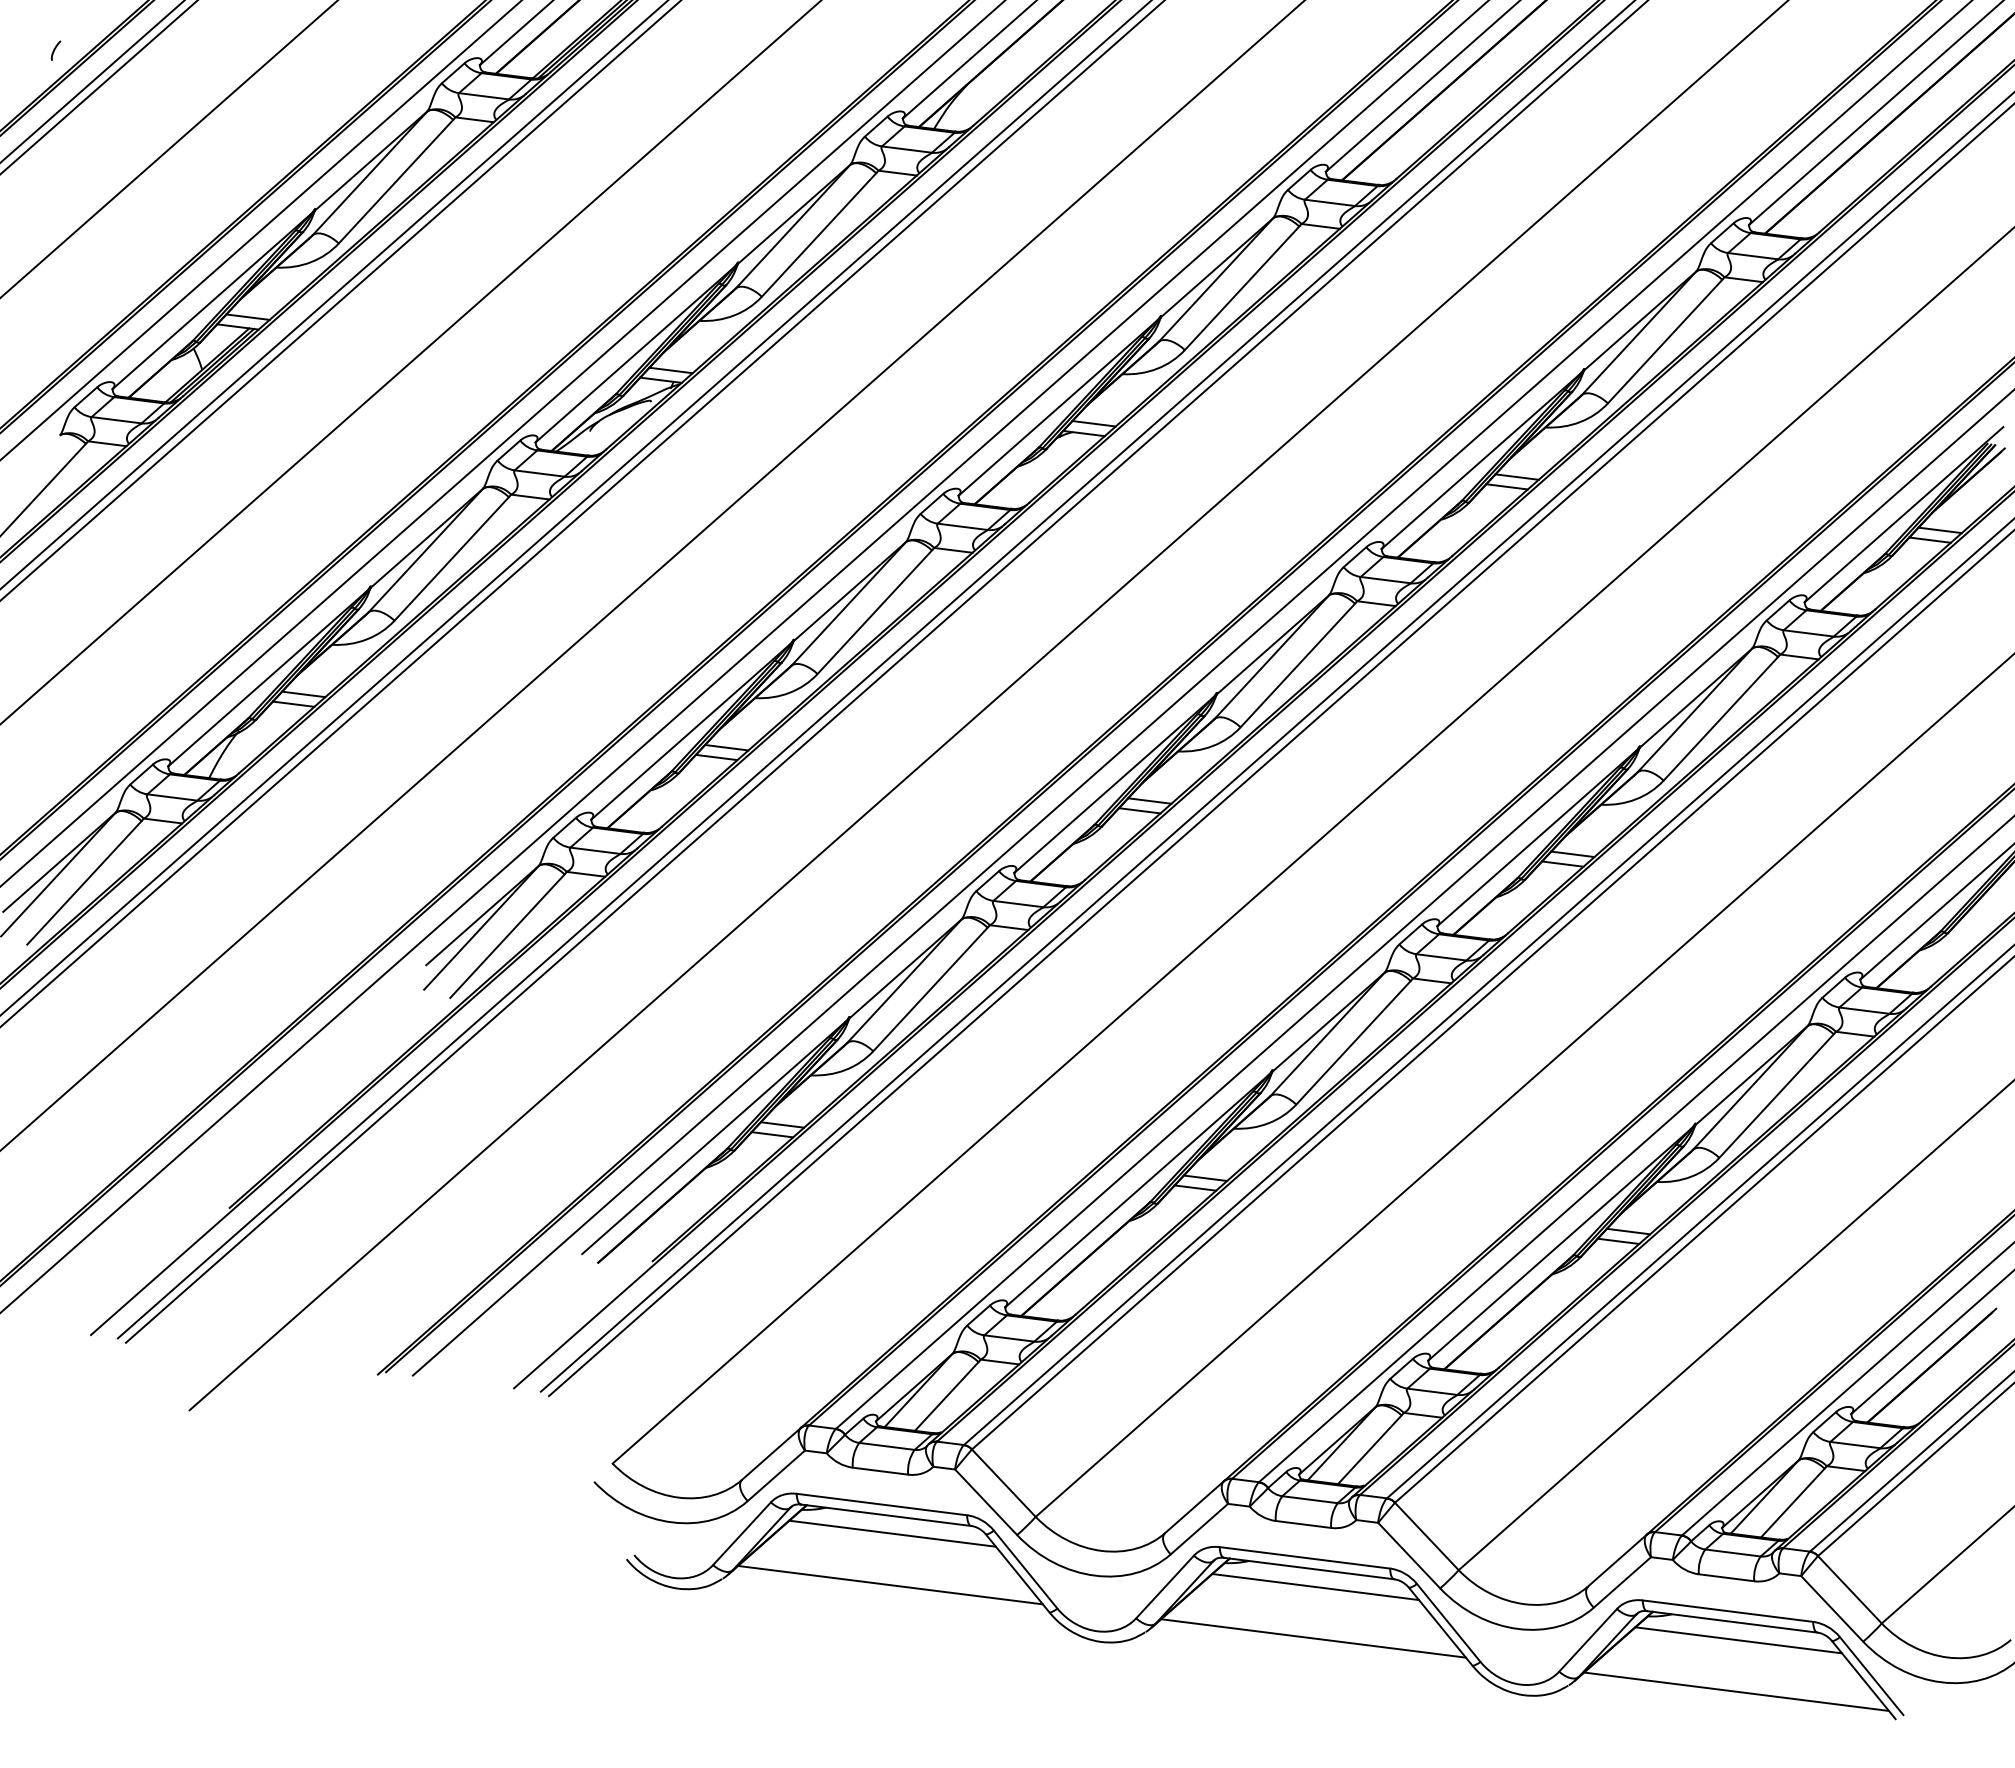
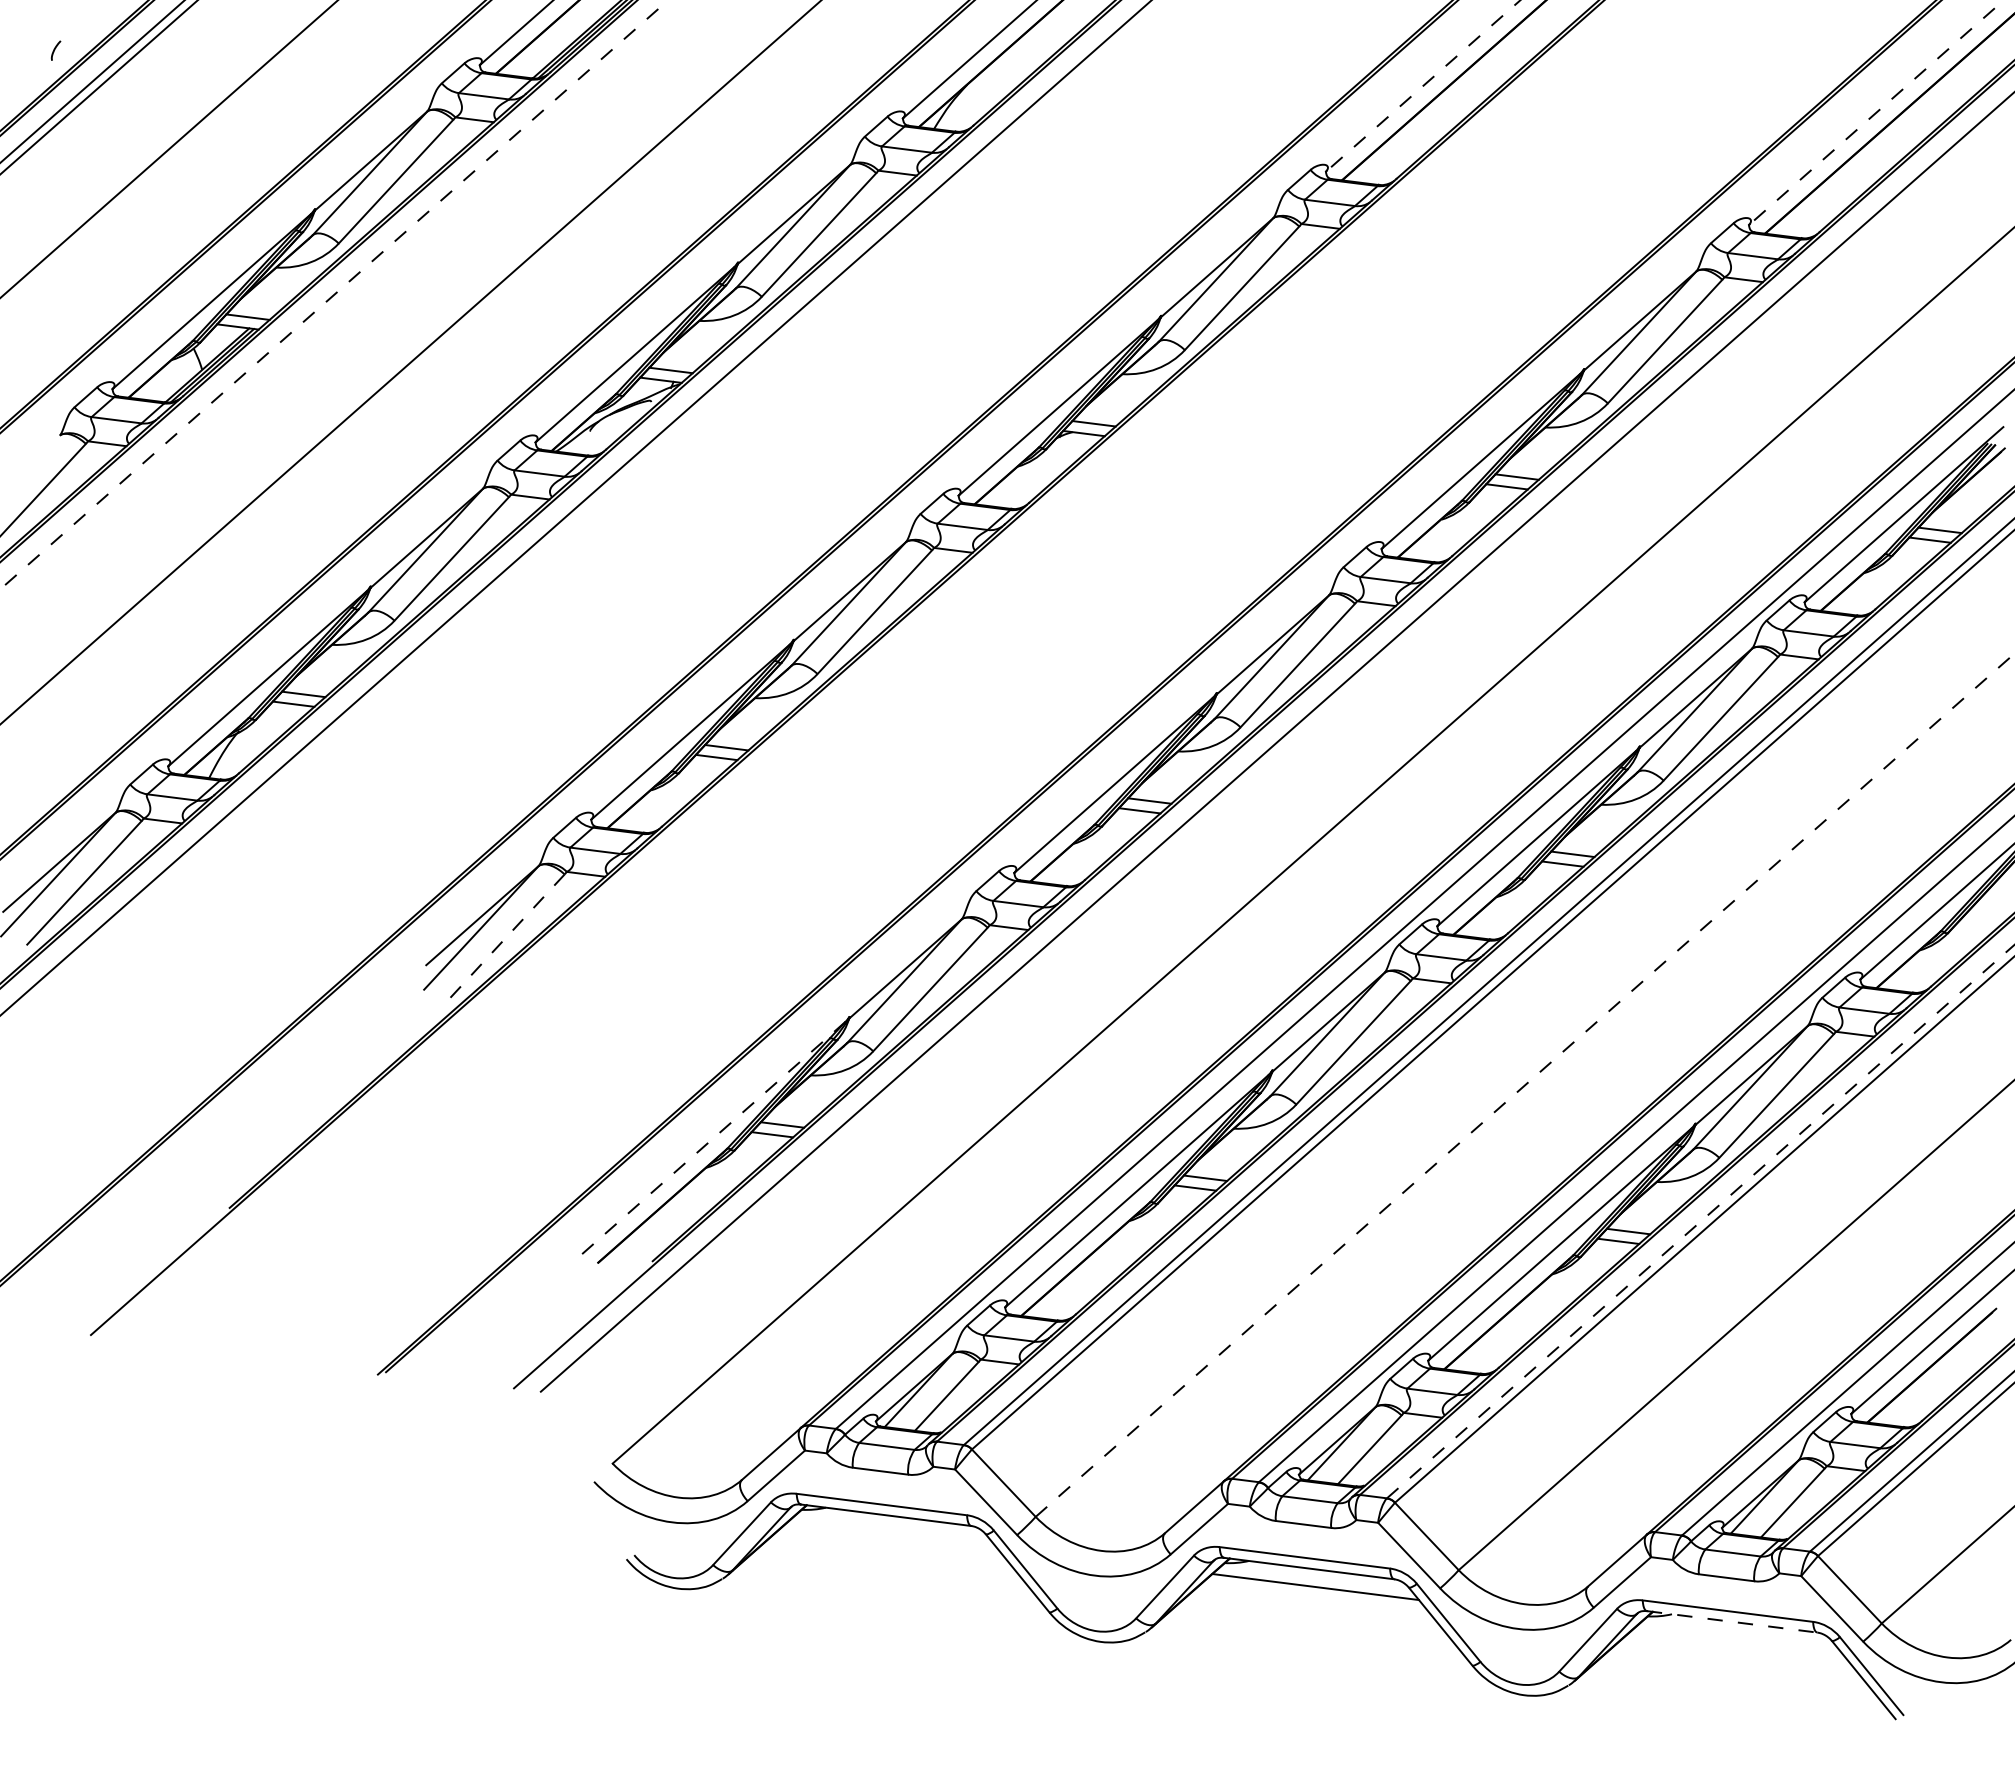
line at (1422, 86): solid -> dashed
line at (1876, 112): solid -> dashed
line at (260, 230): present -> none
line at (334, 294): solid -> dashed
line at (340, 300): present -> none
line at (502, 443): present -> none
line at (582, 513): present -> none
line at (652, 575): present -> none
line at (744, 656): present -> none
line at (874, 670): present -> none
line at (885, 672): present -> none
line at (1191, 688): present -> none
line at (987, 706): present -> none
line at (1279, 751): present -> none
line at (507, 936): solid -> dashed
line at (1525, 1084): solid -> dashed
line at (713, 1137): solid -> dashed
line at (1701, 1221): solid -> dashed
line at (892, 1533): present -> none
line at (890, 1584): present -> none
line at (1732, 1621): solid -> dashed
line at (1313, 1638): present -> none
line at (1738, 1640): present -> none
line at (1736, 1691): present -> none
